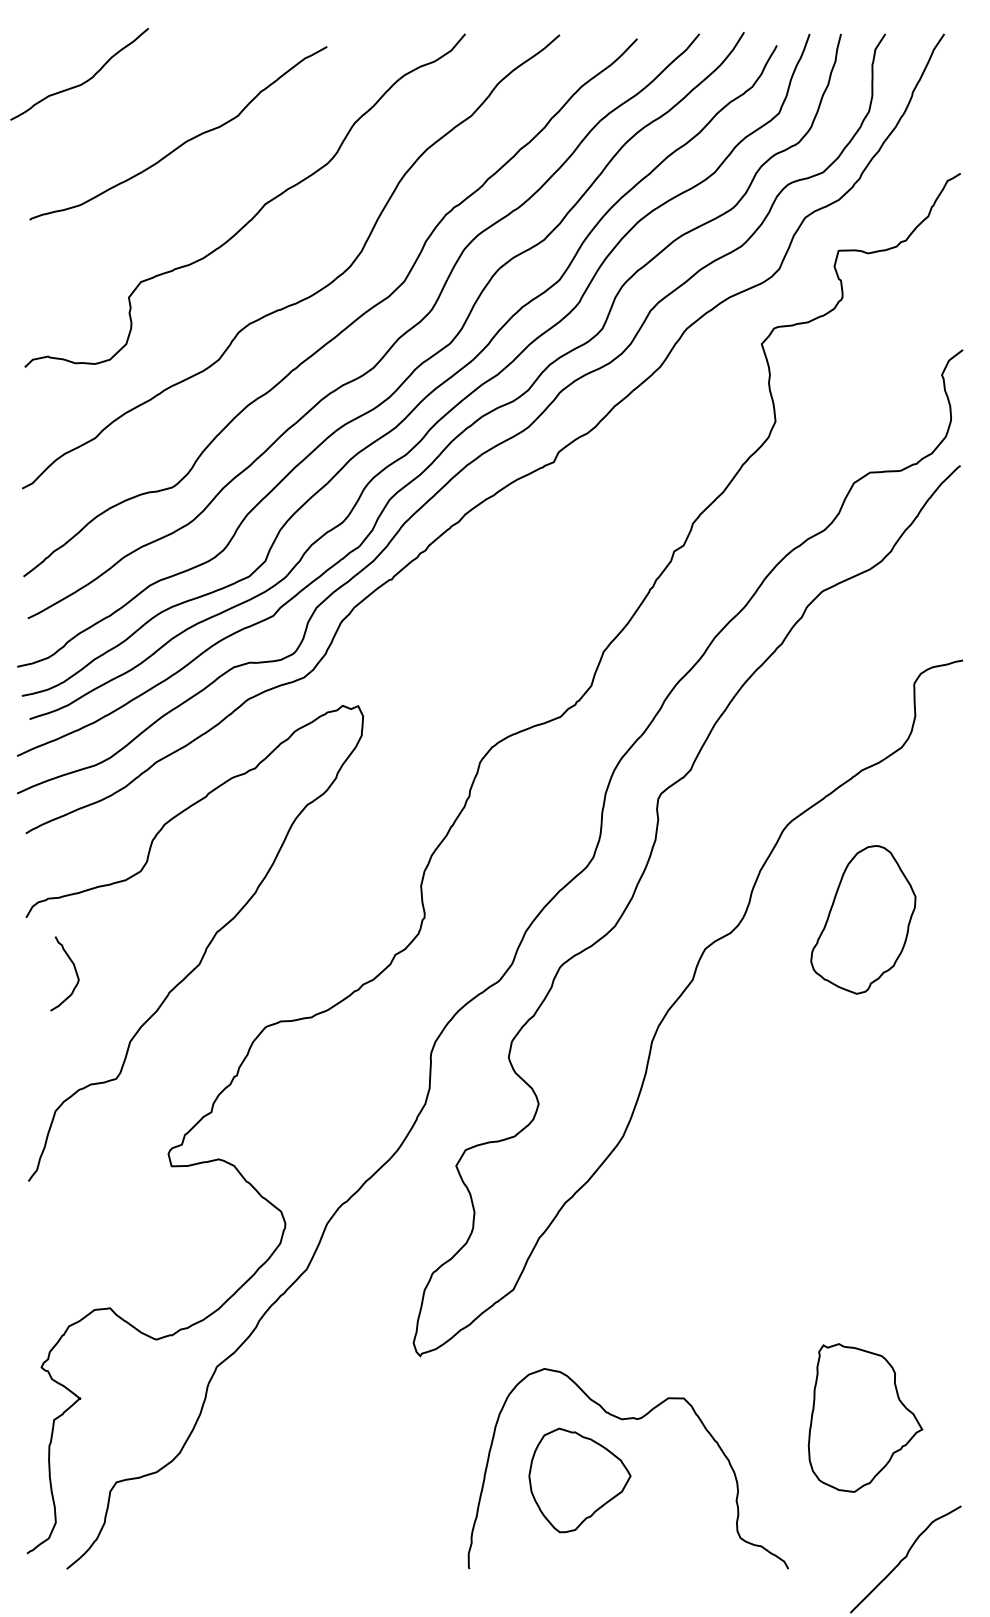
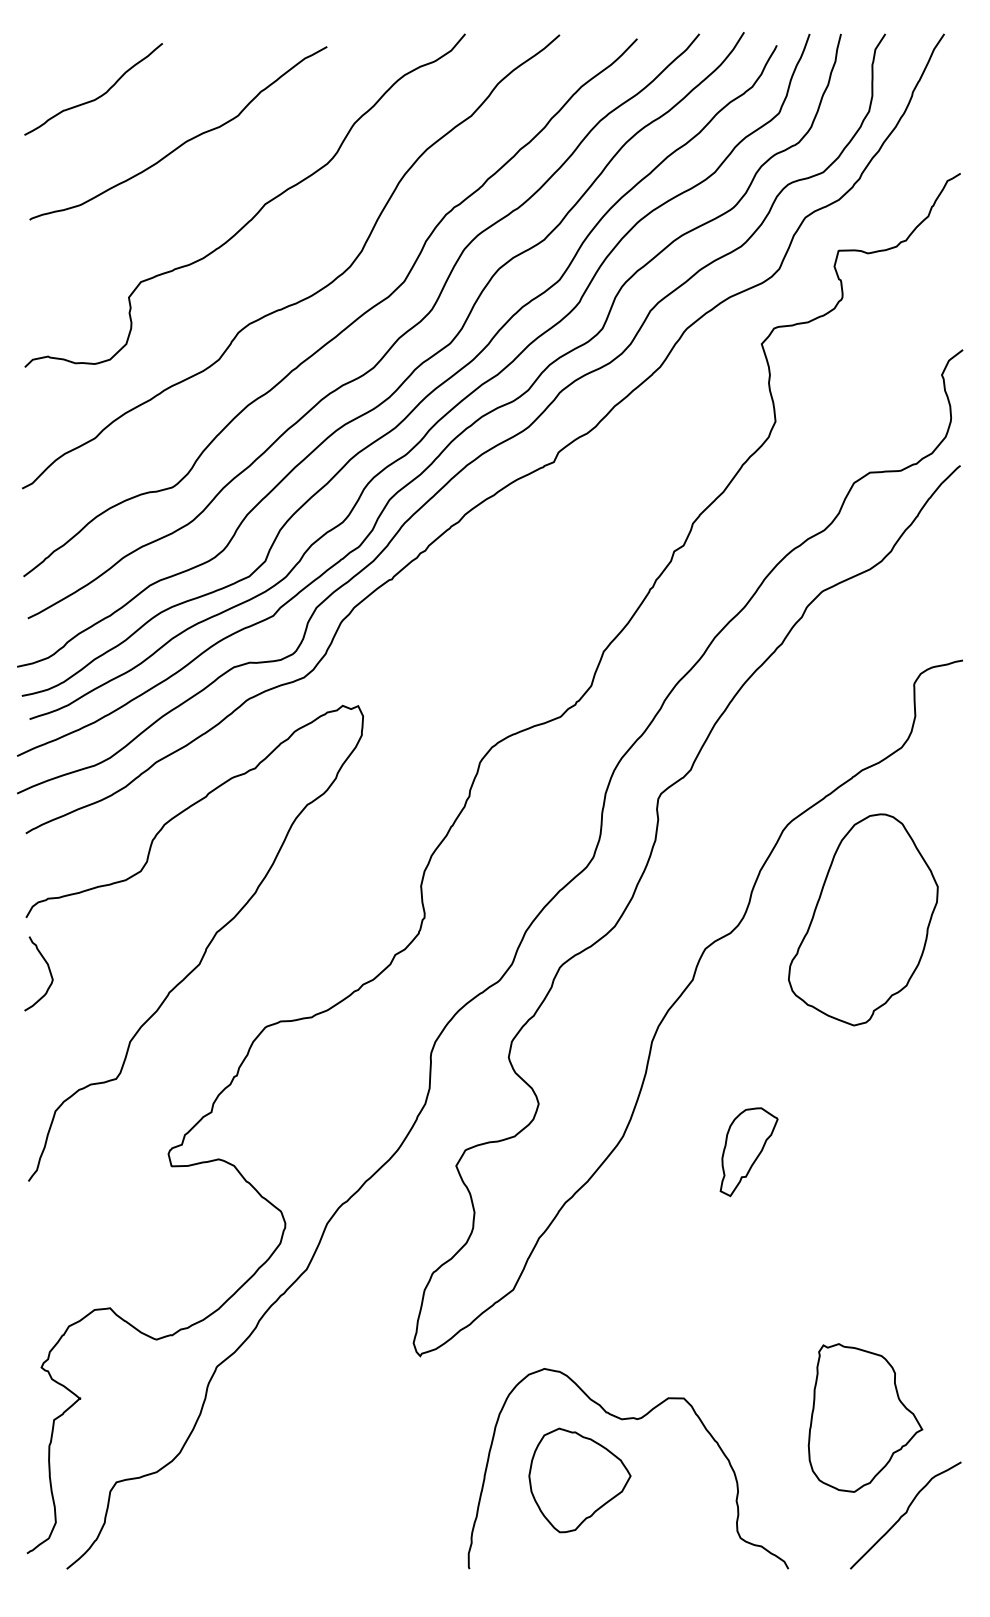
curve at (82, 82) position: (82, 82) -> (96, 97)
part at (863, 919) size: 107x150 px -> 151x214 px
curve at (74, 970) position: (74, 970) -> (48, 970)
part at (748, 1152): none -> present
curve at (905, 1558) position: (905, 1558) -> (905, 1514)
